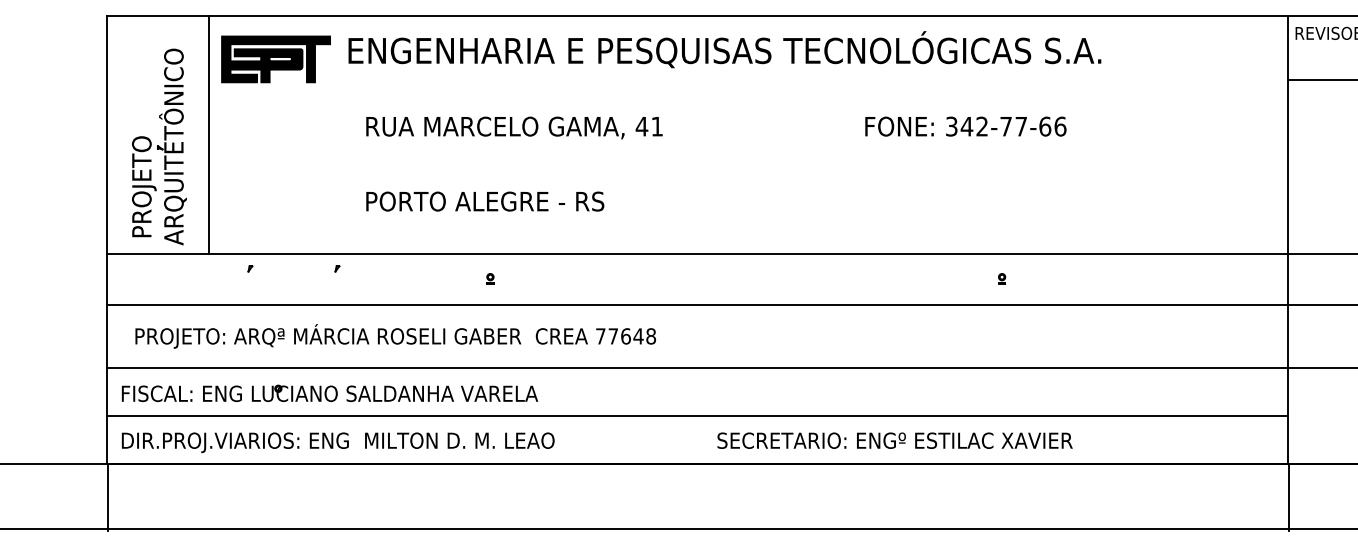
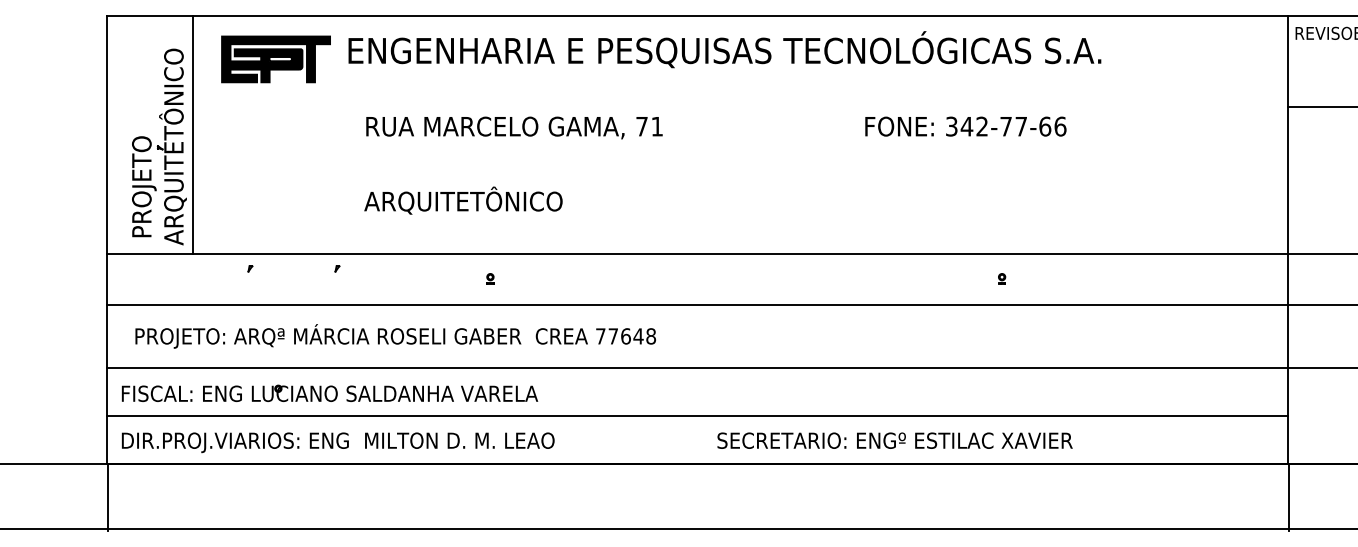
line at (1321, 80) position: (1321, 80) -> (1321, 107)
text at (641, 126): 41 -> 71
line at (209, 134) position: (209, 134) -> (193, 134)
text at (484, 200): PORTO ALEGRE - RS -> ARQUITETÔNICO
